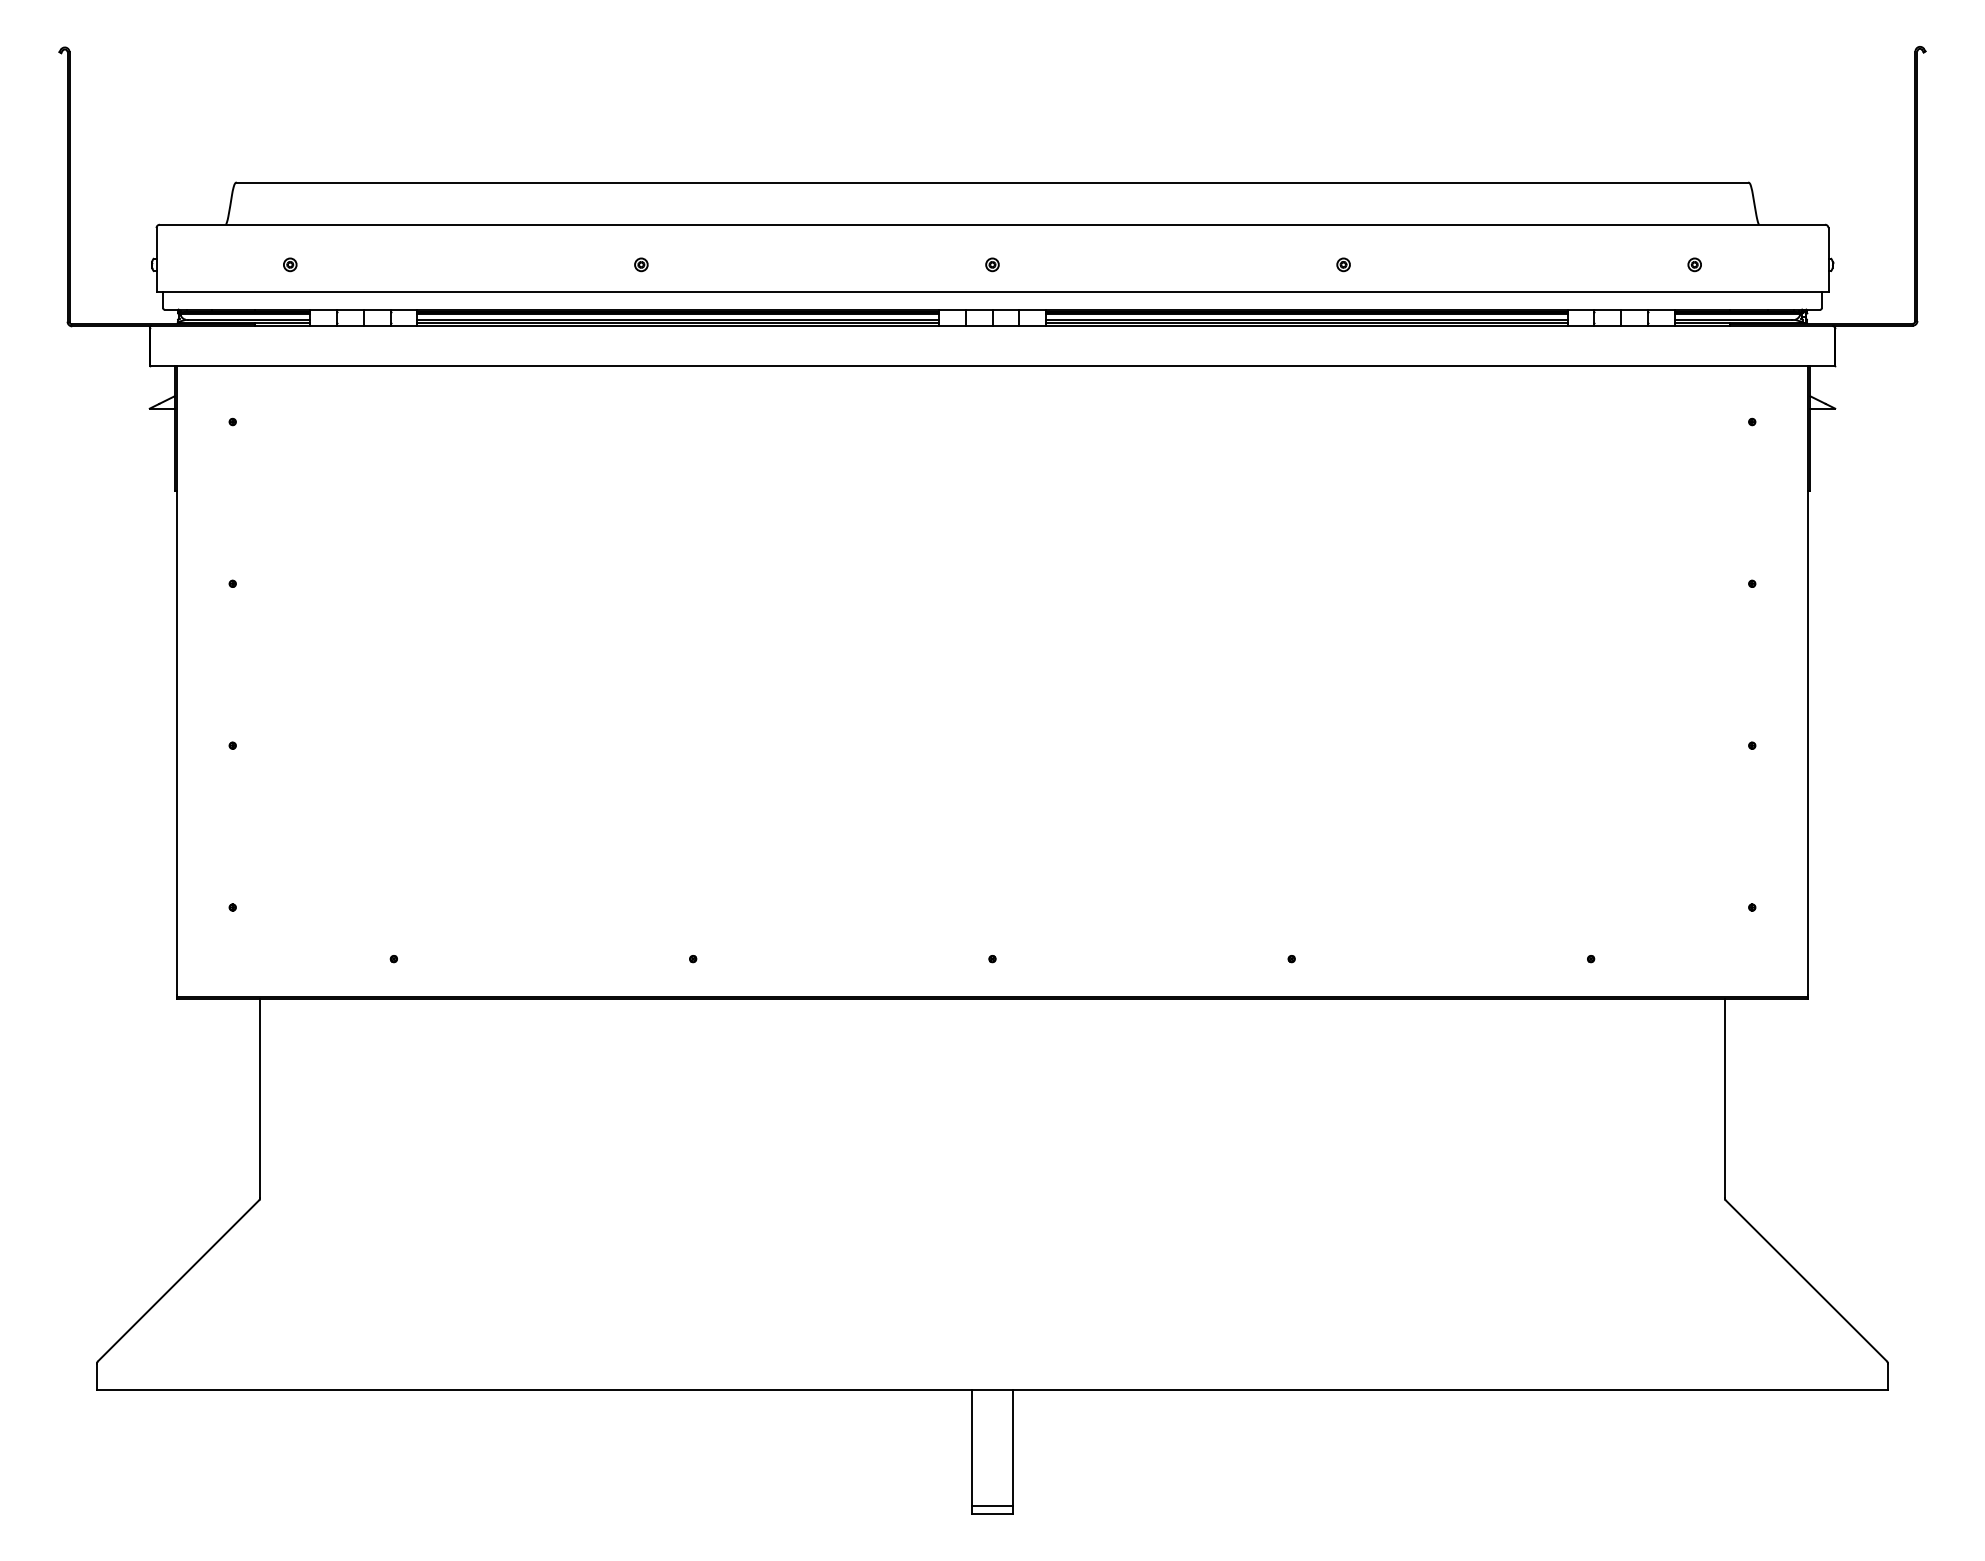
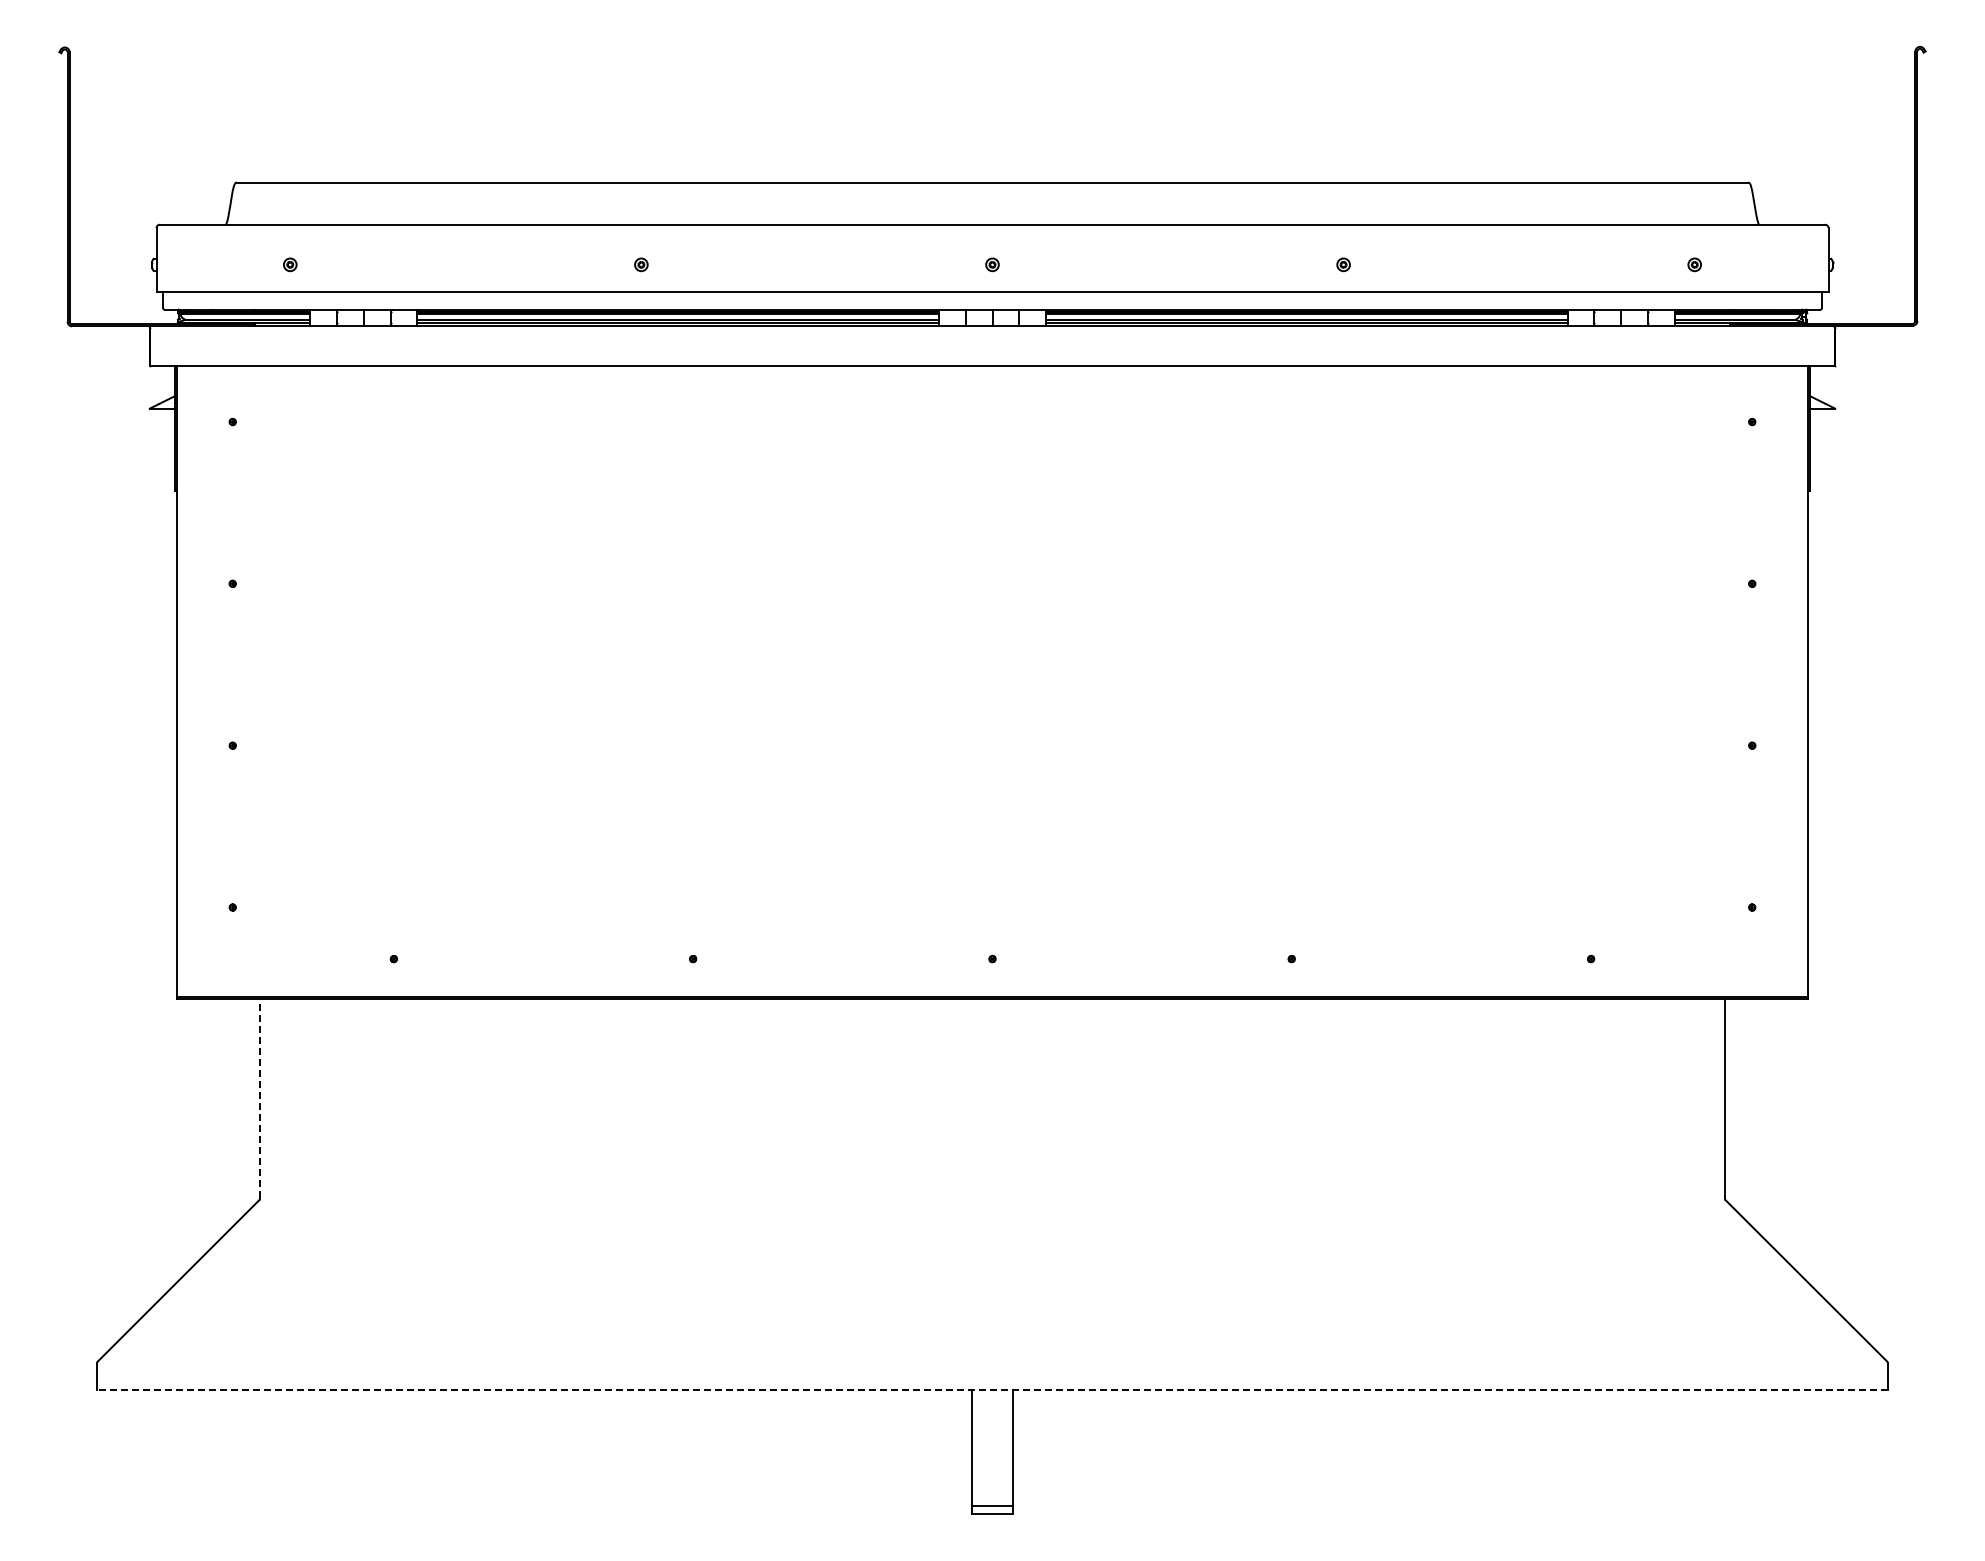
line at (260, 1098): solid -> dashed
line at (991, 1389): solid -> dashed
